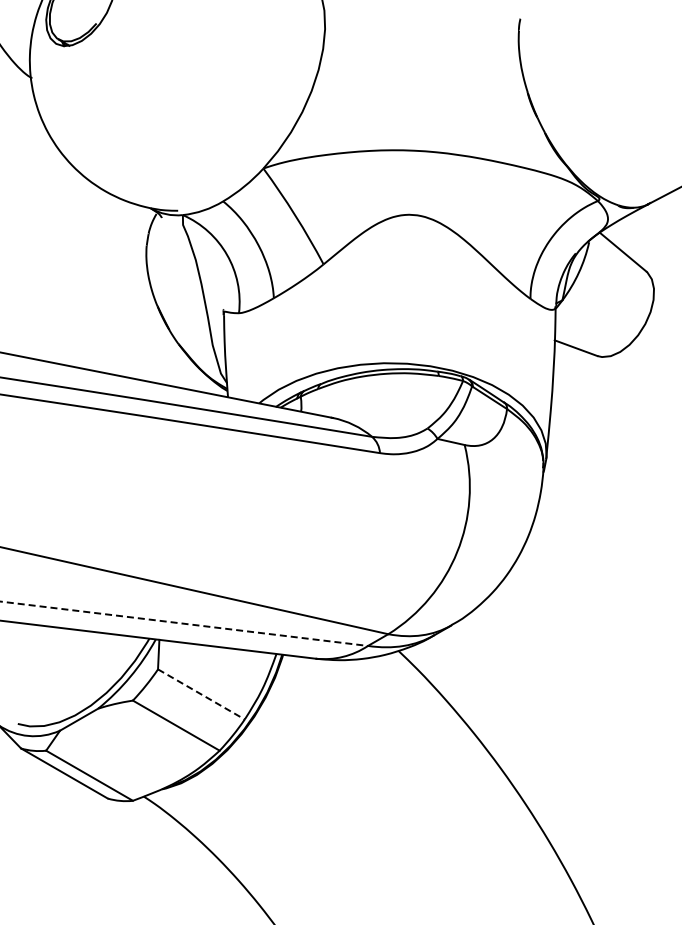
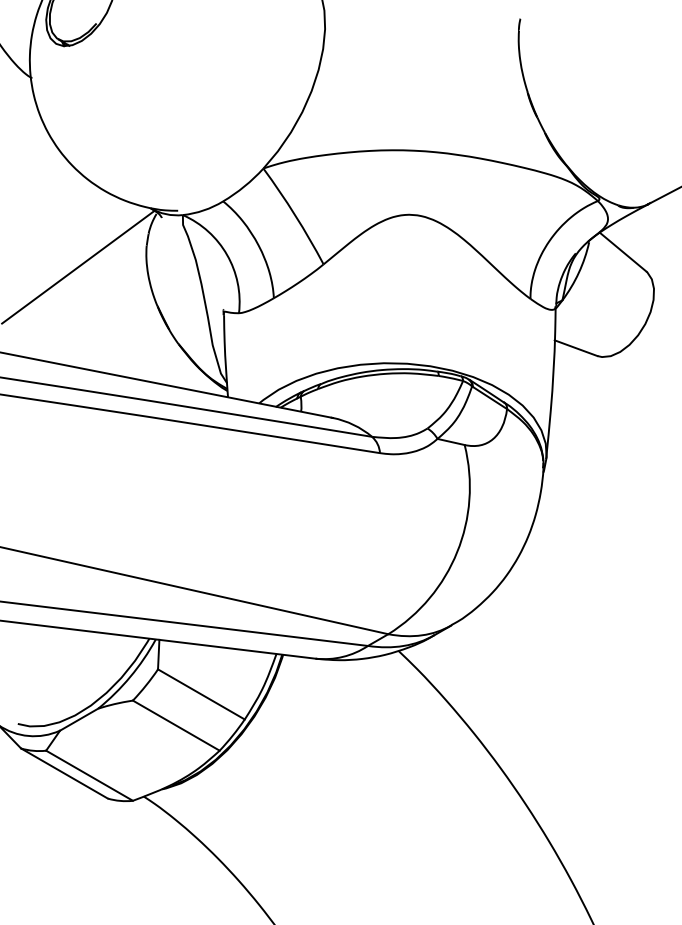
line at (78, 266): none -> present
line at (184, 623): dashed -> solid
line at (201, 694): dashed -> solid
